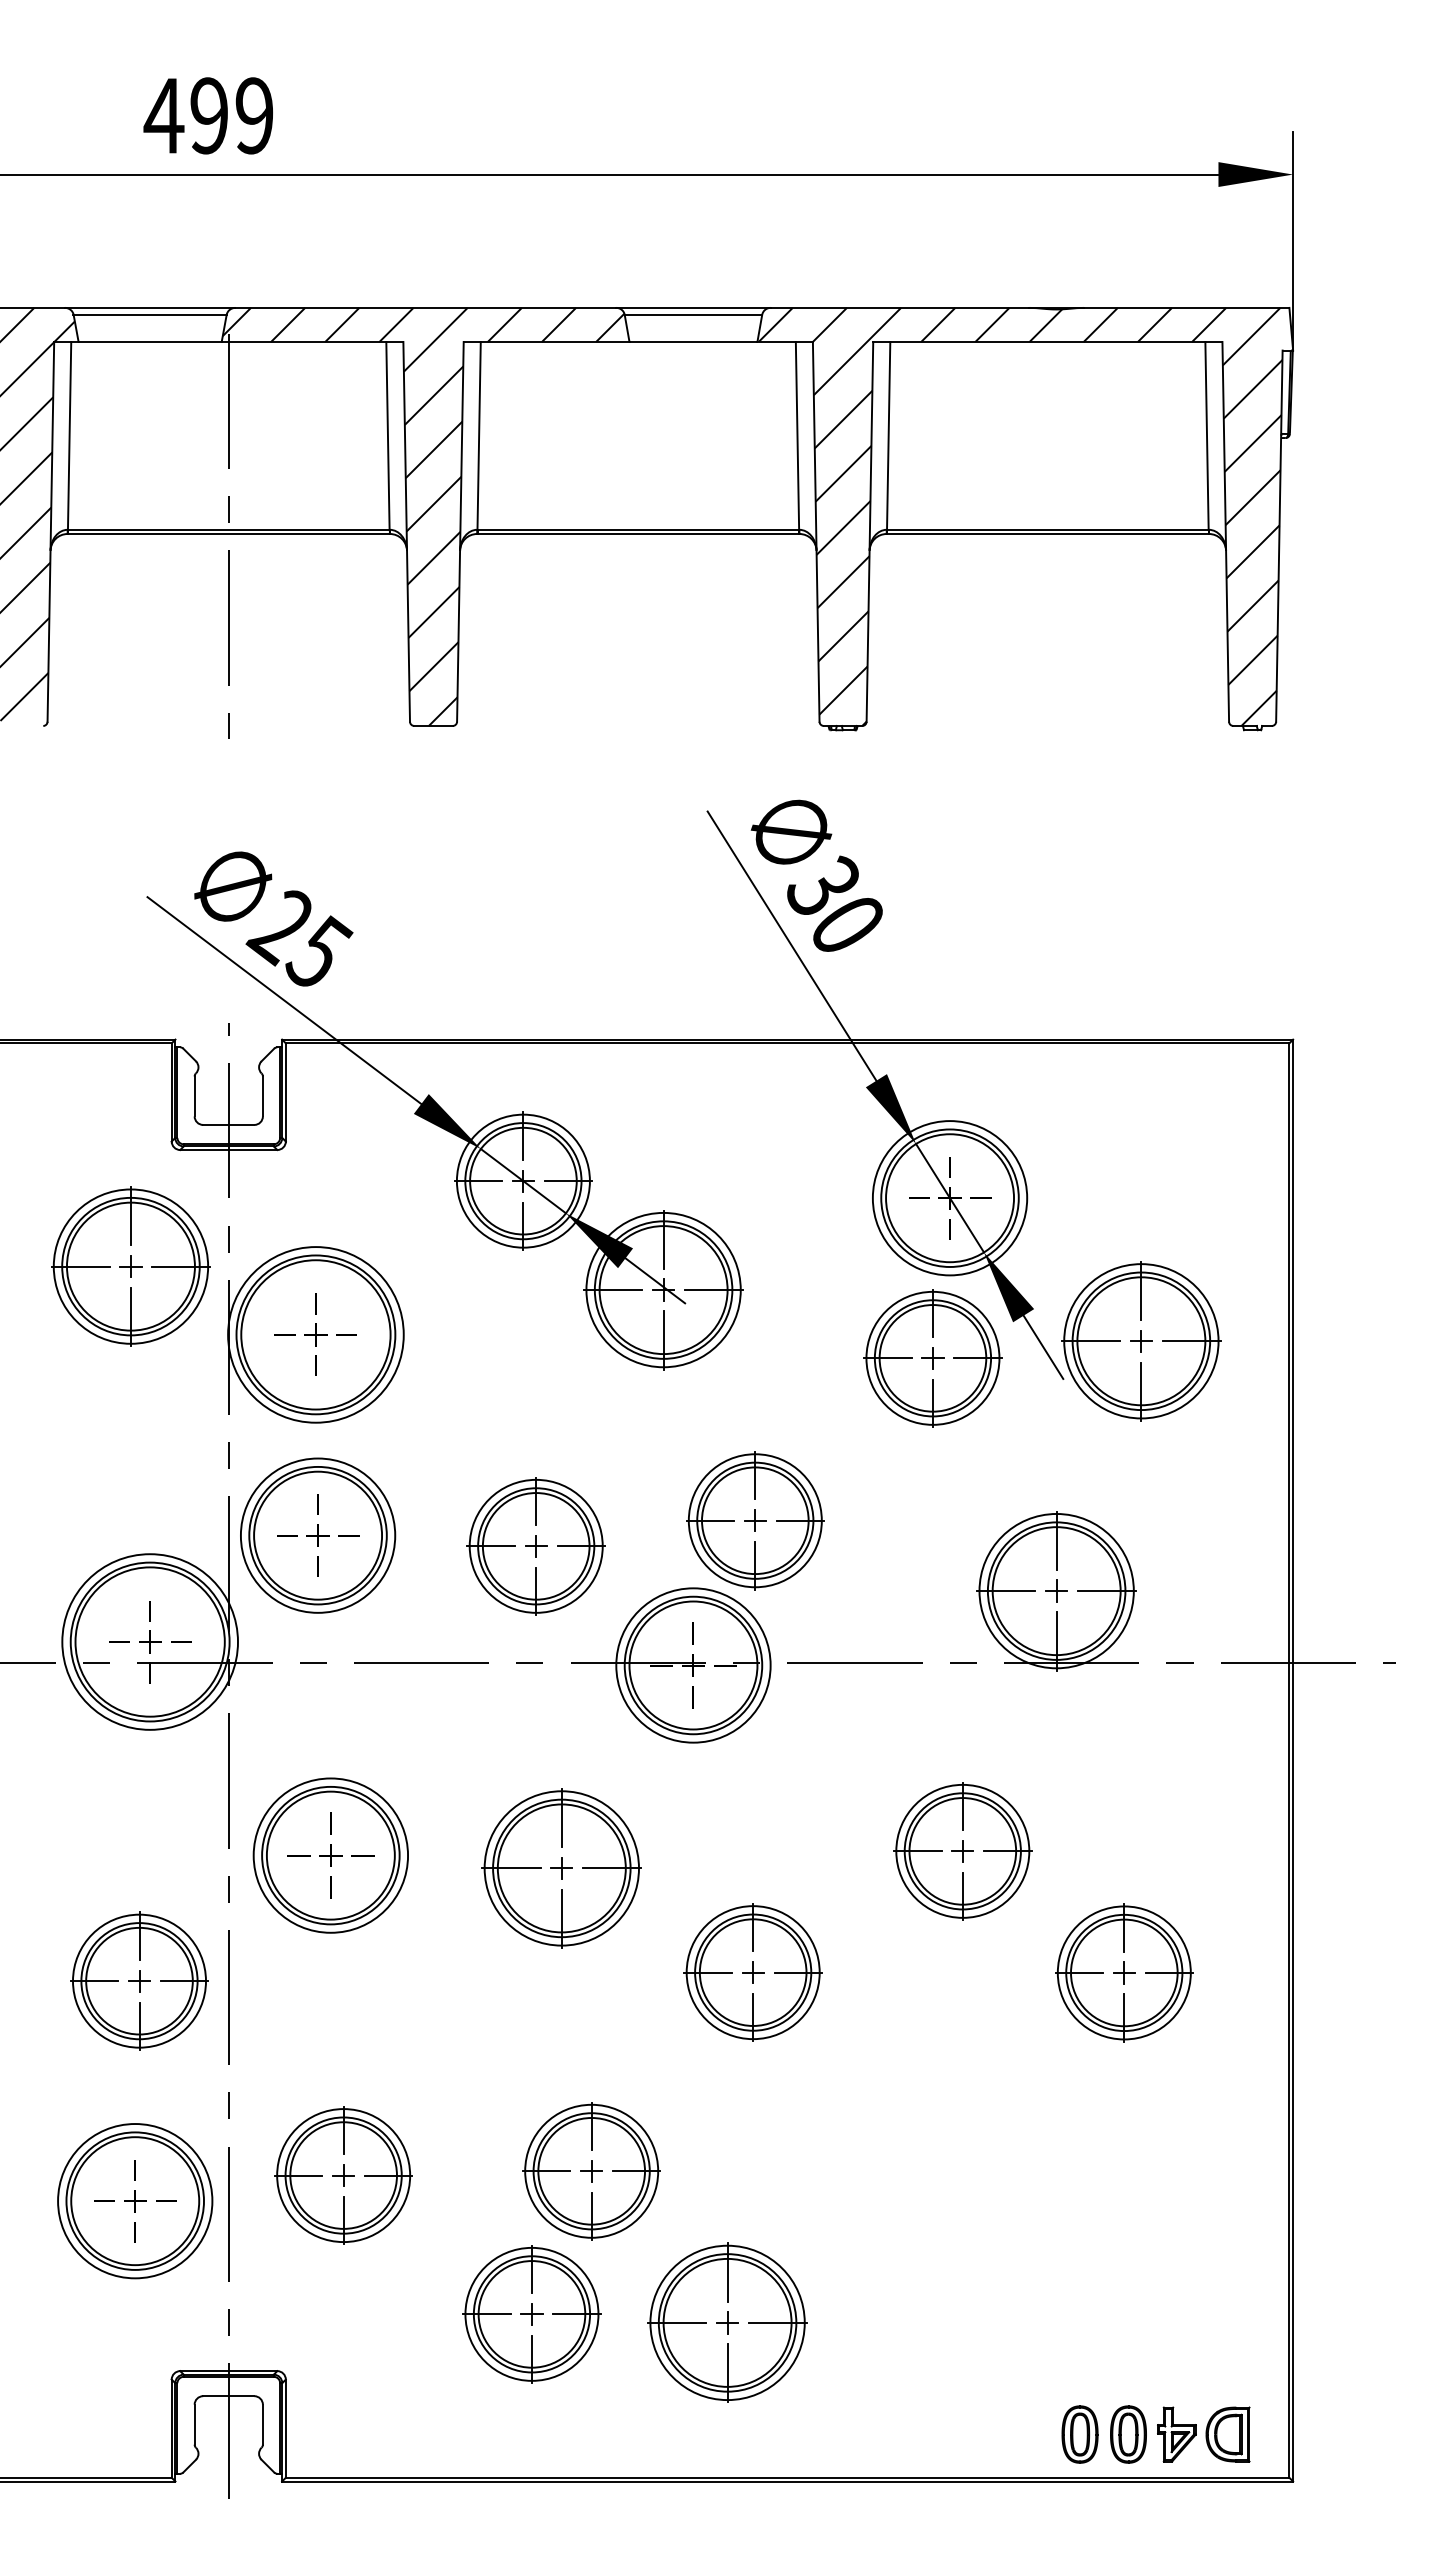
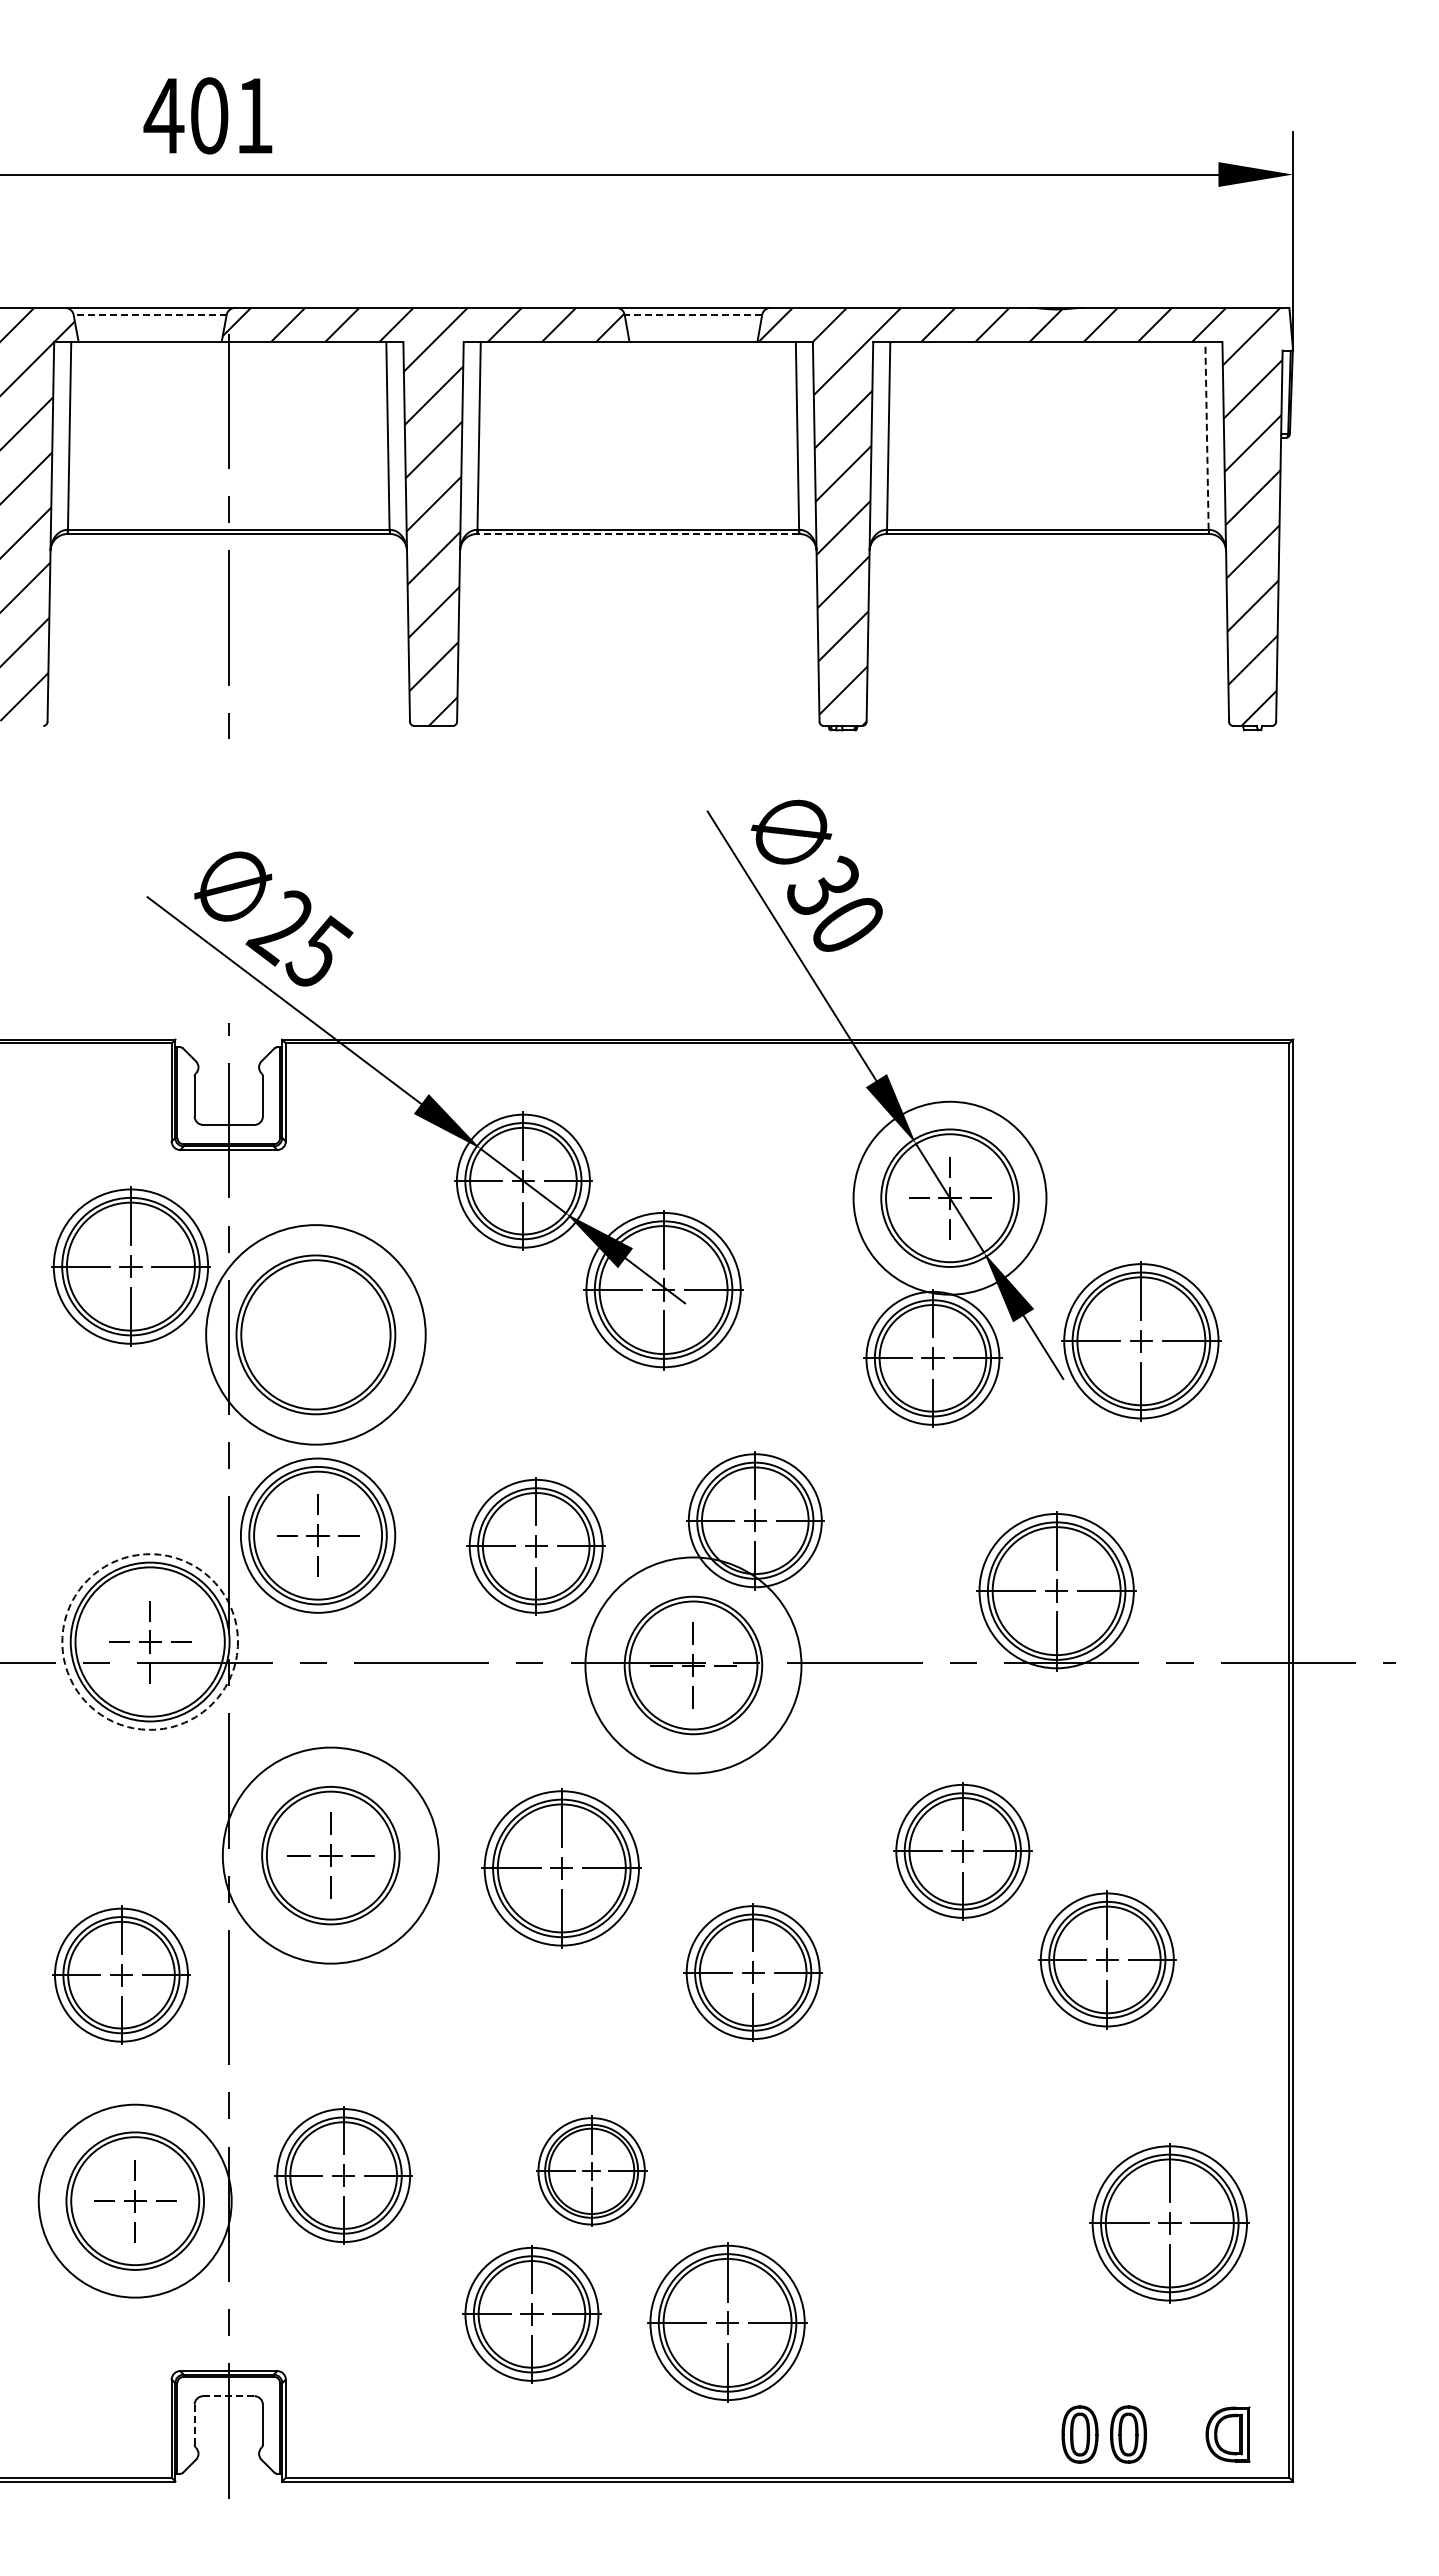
text at (231, 115): 499 -> 401
line at (149, 314): solid -> dashed
line at (693, 314): solid -> dashed
line at (1207, 435): solid -> dashed
line at (638, 534): solid -> dashed
circle at (949, 1198) diameter: 154 px -> 193 px
circle at (315, 1334) diameter: 176 px -> 220 px
part at (315, 1334): present -> none
circle at (150, 1641): solid -> dashed
circle at (693, 1665) diameter: 154 px -> 216 px
circle at (330, 1855) diameter: 154 px -> 216 px
part at (1124, 1972) position: (1124, 1972) -> (1107, 1959)
part at (139, 1980) position: (139, 1980) -> (121, 1974)
part at (591, 2171) size: 139x139 px -> 112x112 px
circle at (135, 2201) diameter: 154 px -> 193 px
part at (1169, 2223): none -> present
line at (228, 2396): solid -> dashed
line at (194, 2424): solid -> dashed
part at (1176, 2434): present -> none
